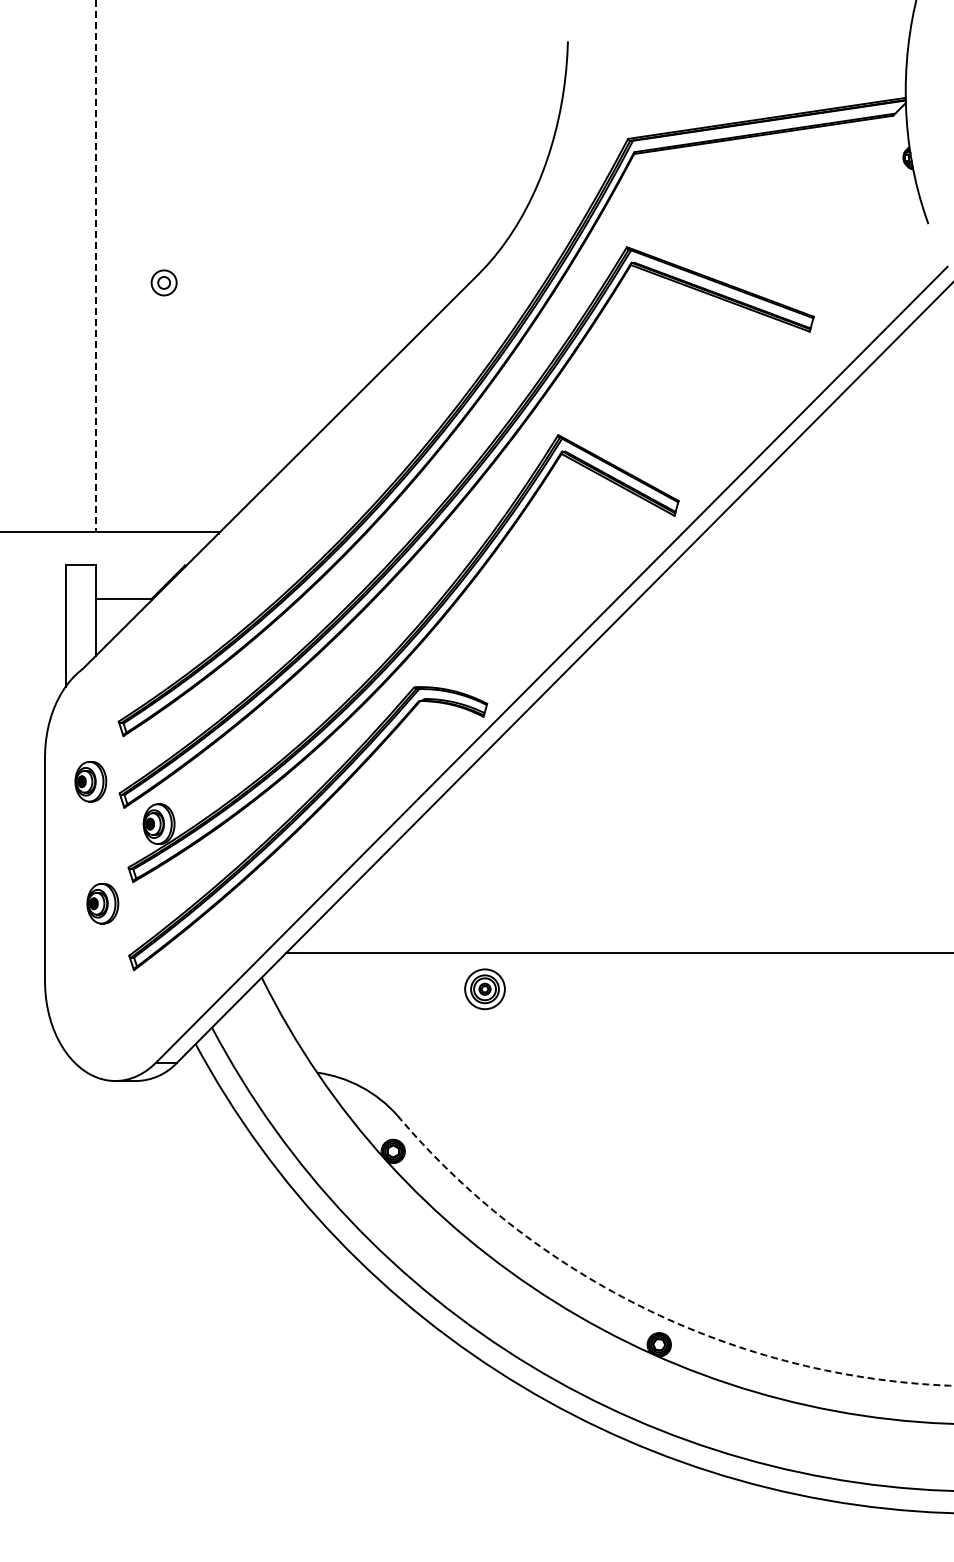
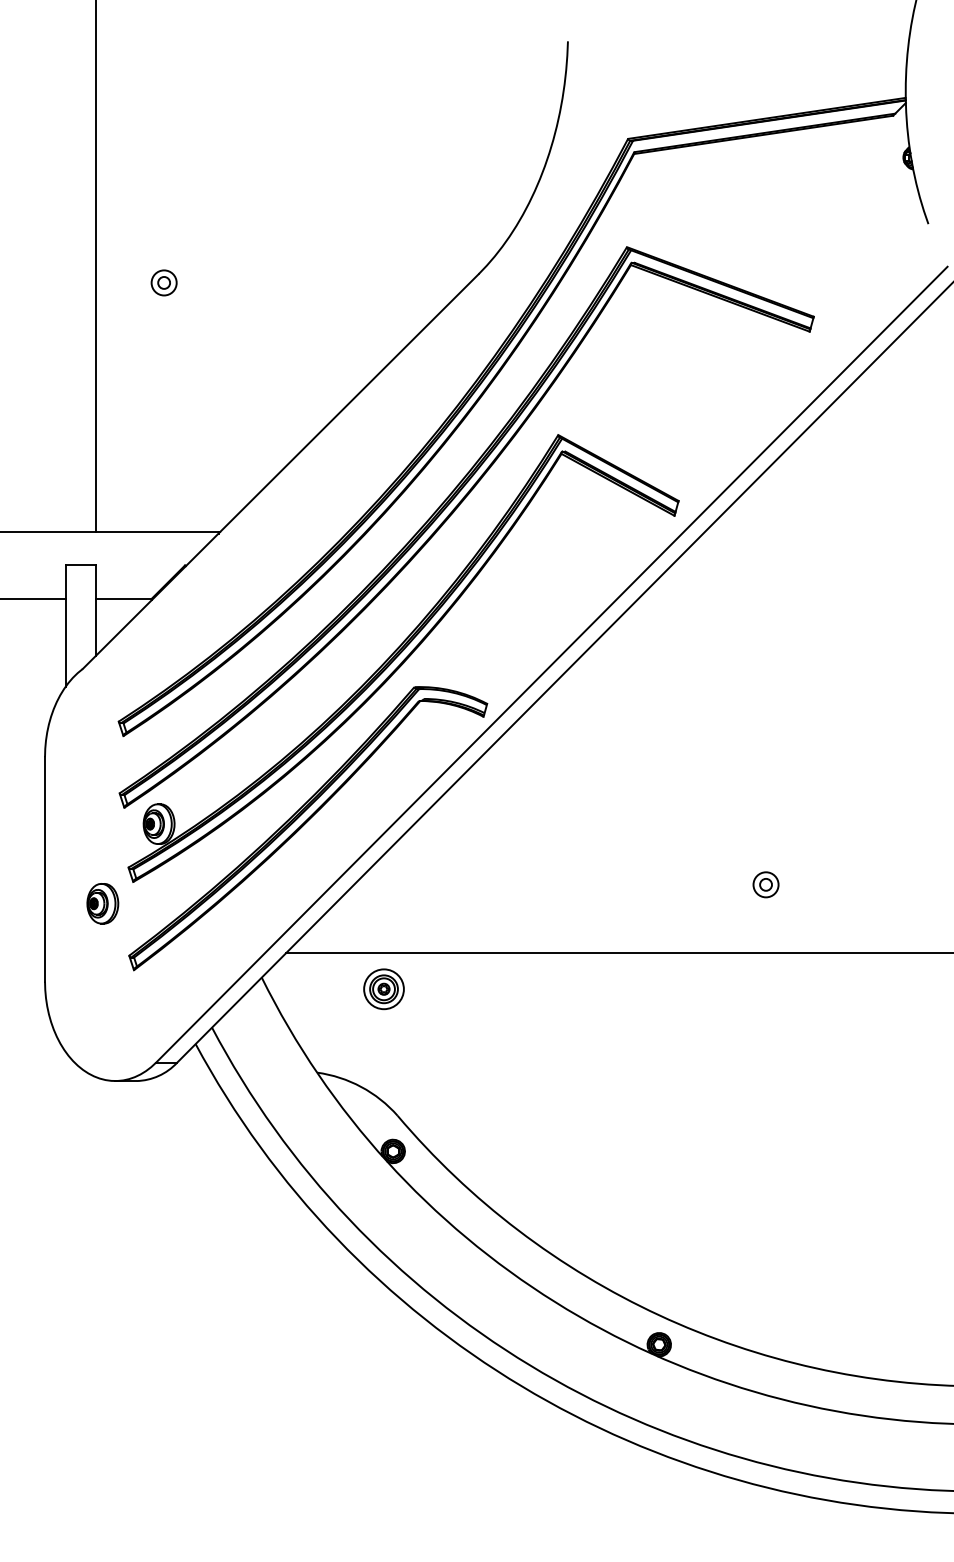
line at (95, 266): dashed -> solid
line at (33, 599): none -> present
part at (90, 781): present -> none
part at (765, 884): none -> present
part at (484, 989) position: (484, 989) -> (383, 989)
arc at (647, 1309): dashed -> solid
